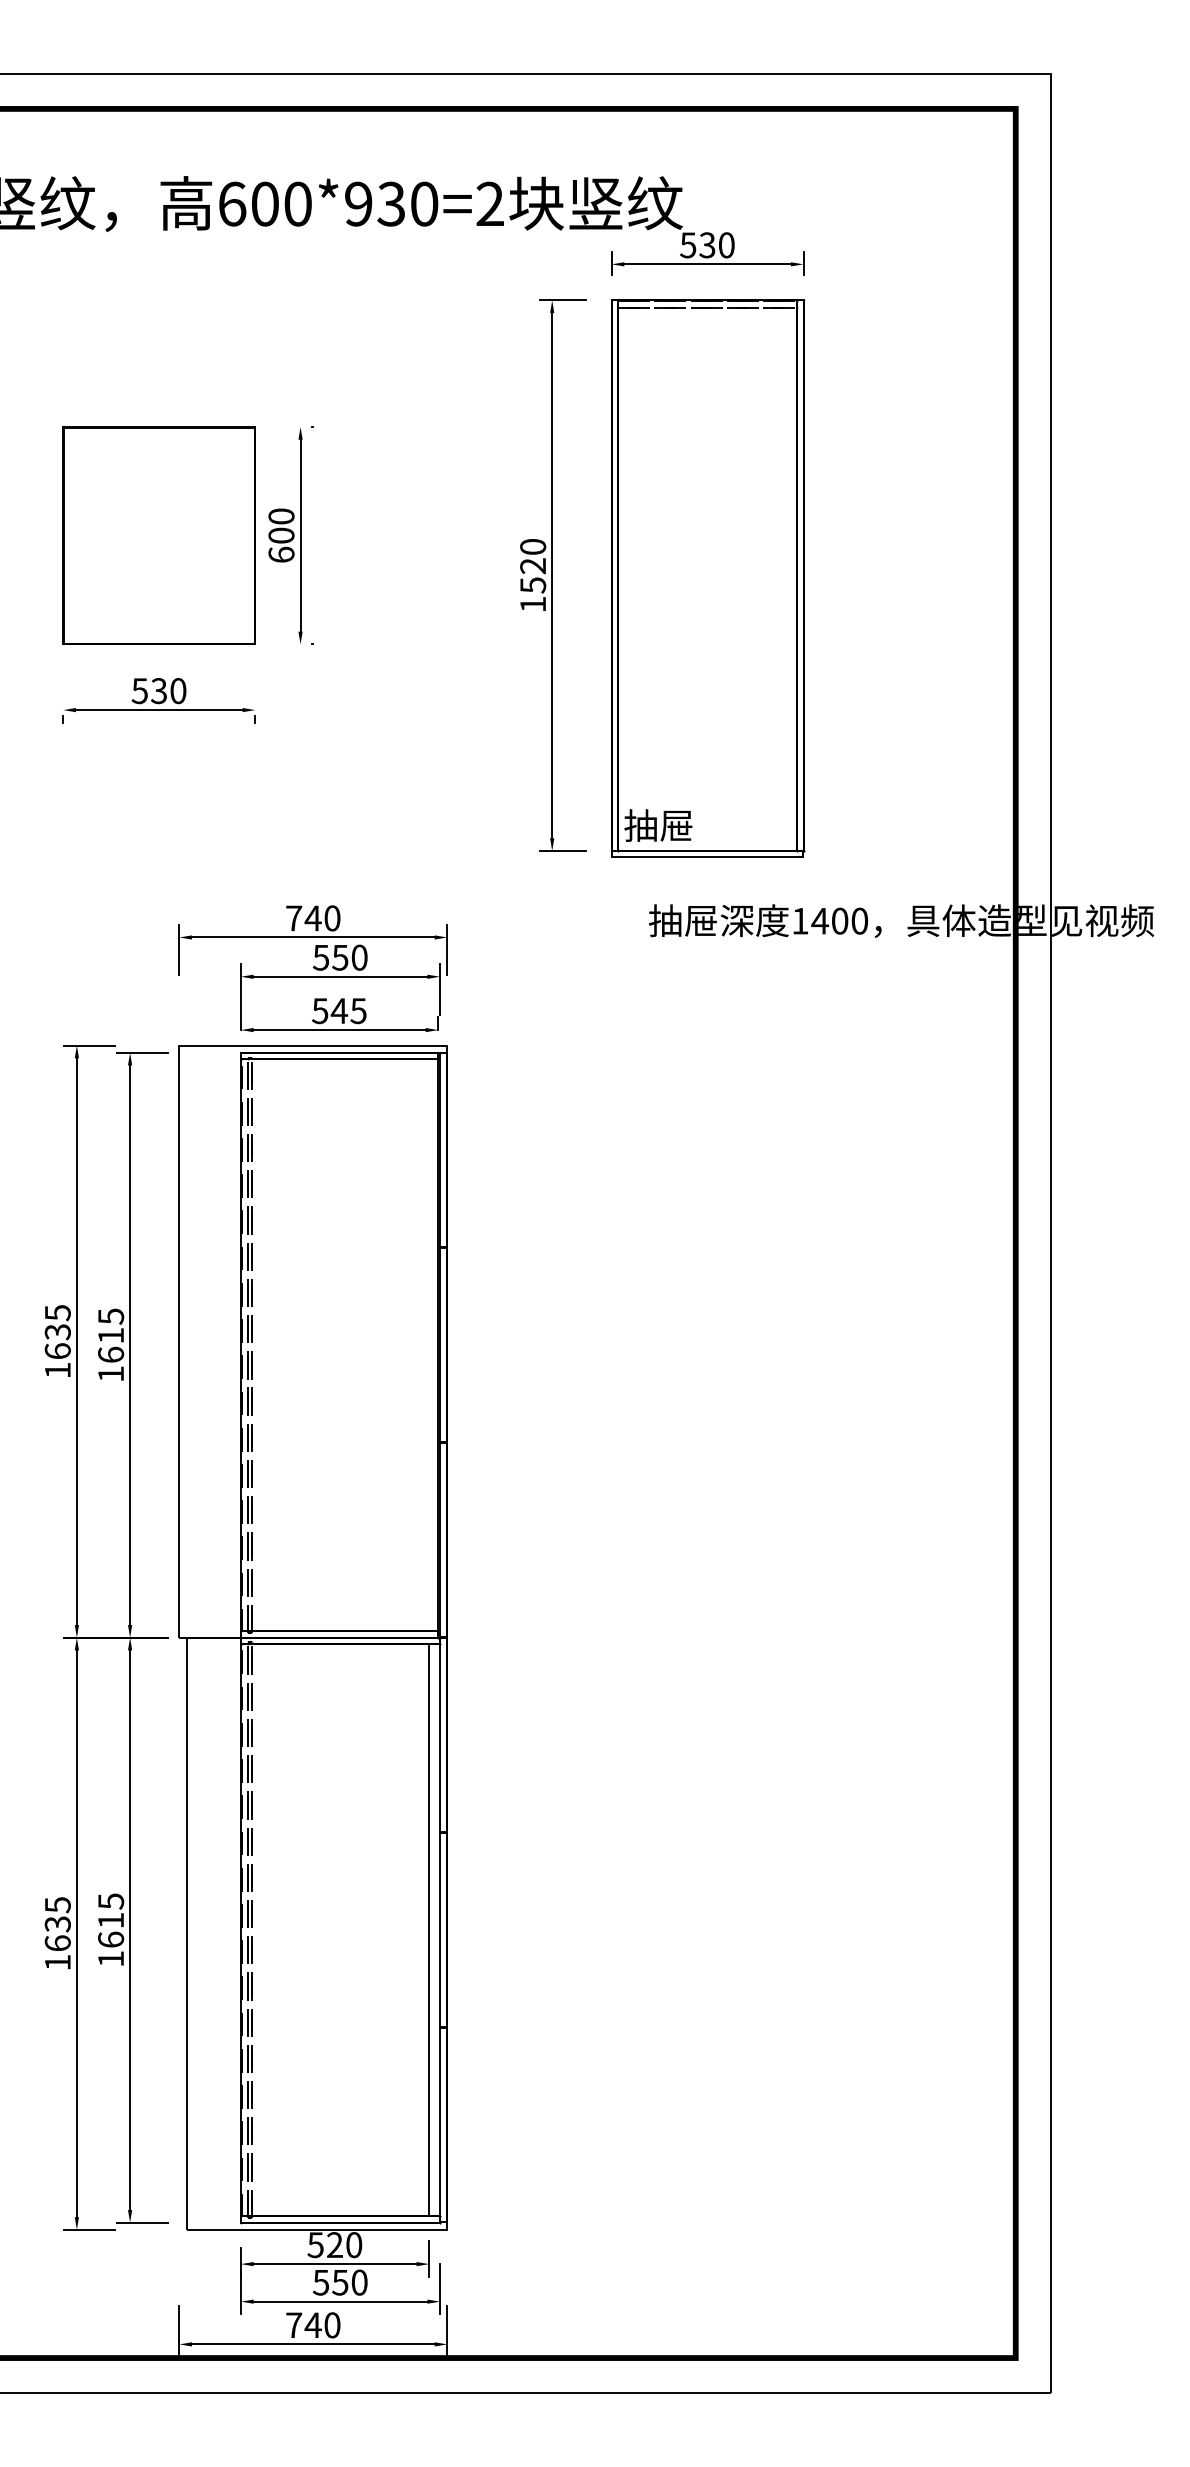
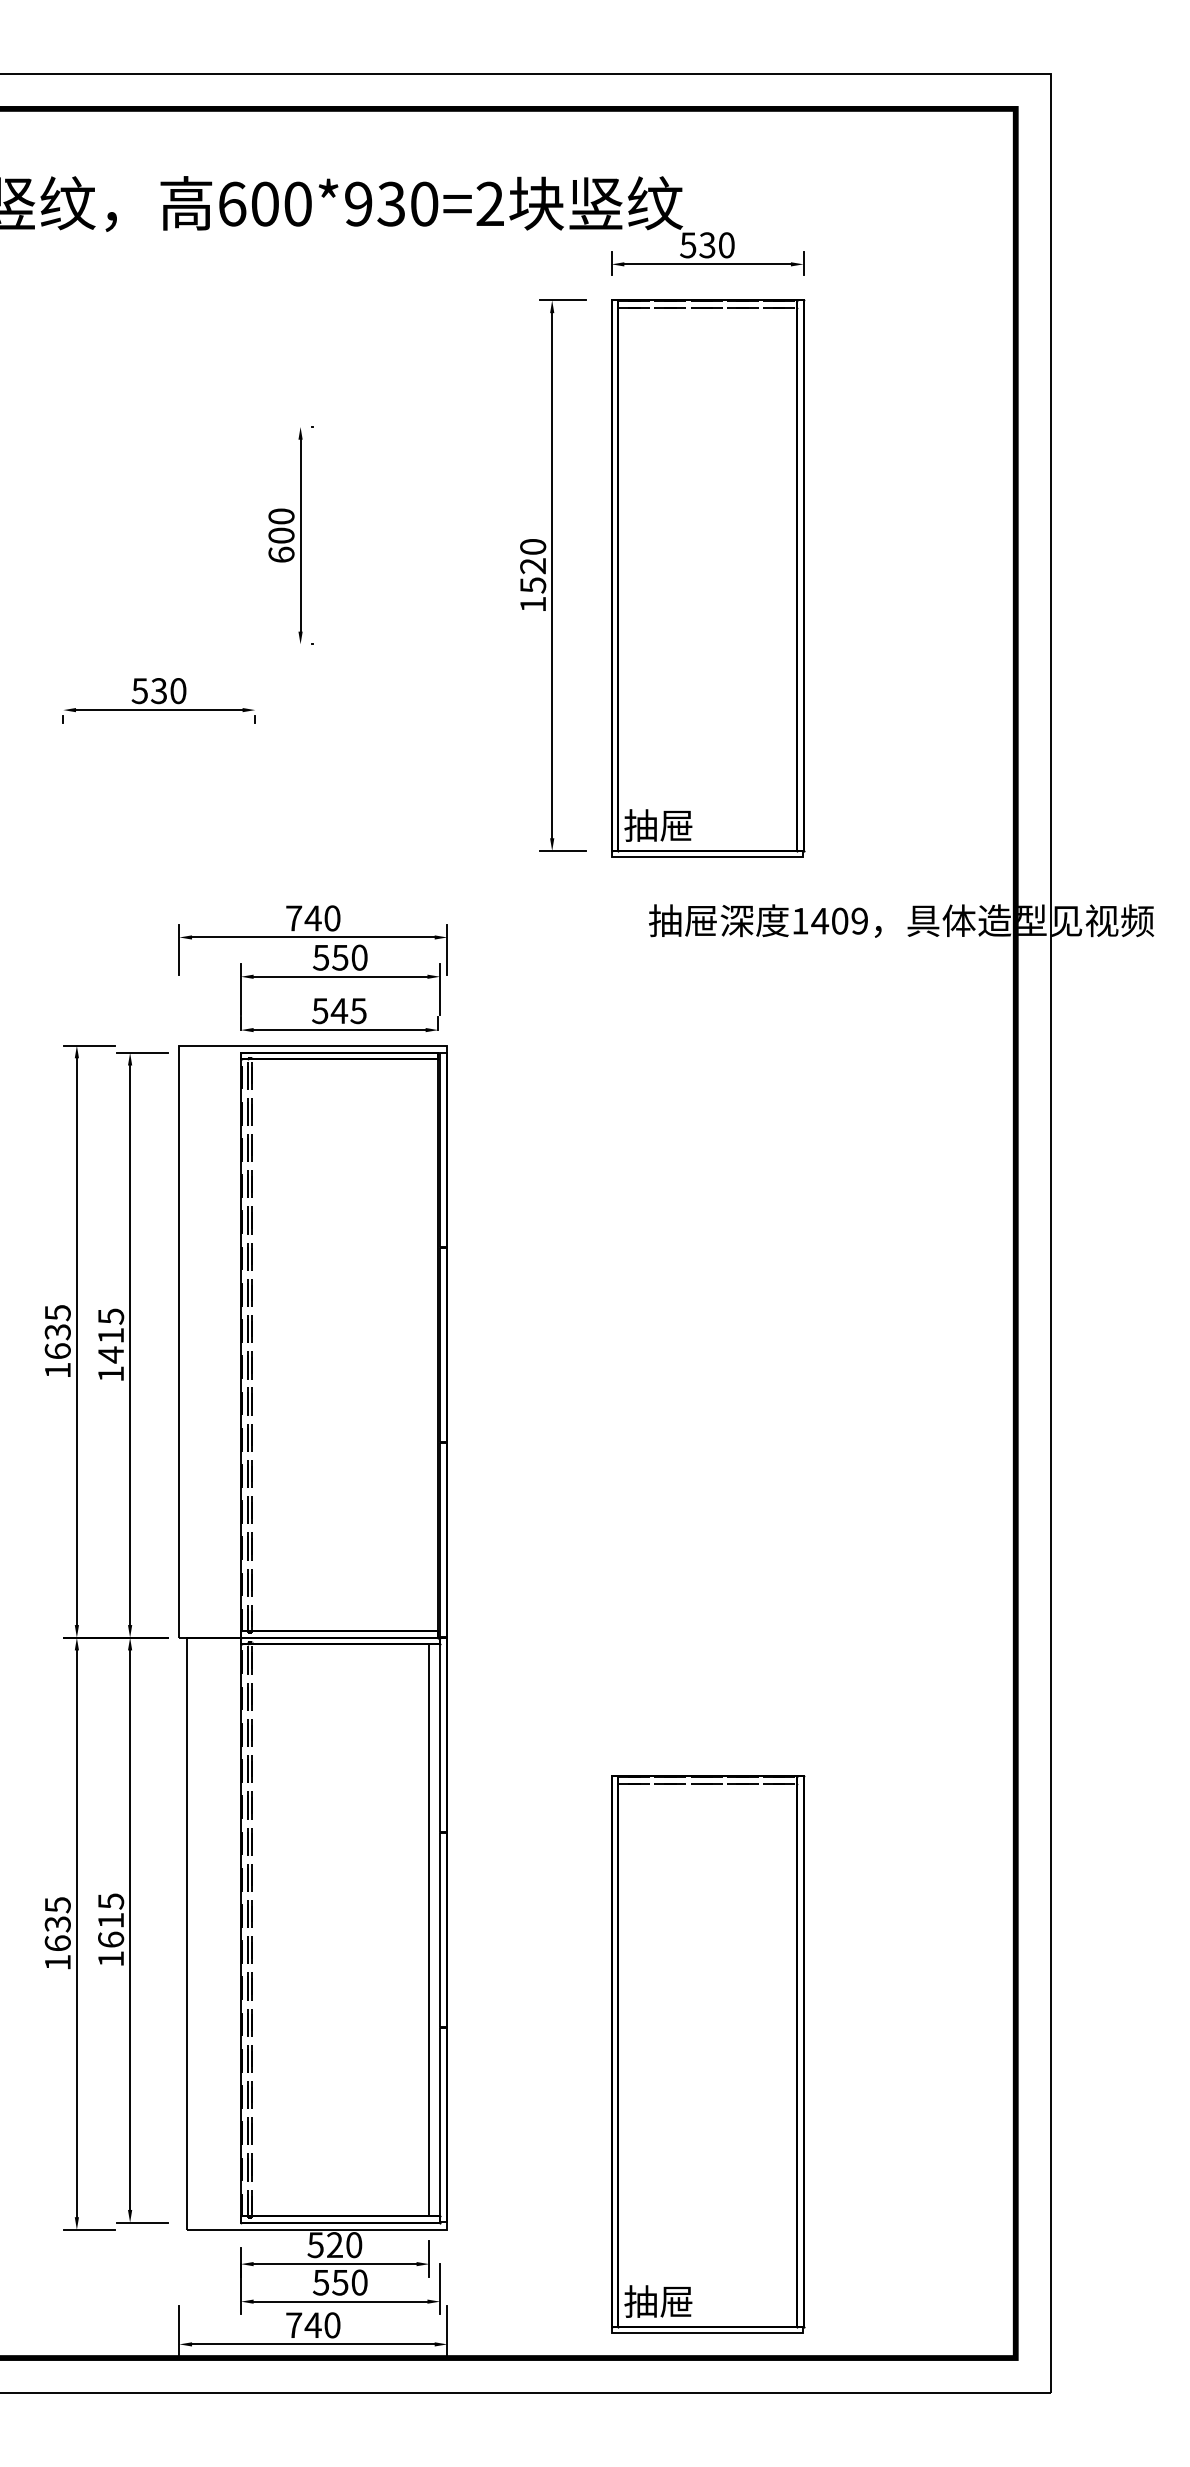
part at (158, 535): present -> none
text at (859, 920): 1400 -> 1409
text at (111, 1354): 1615 -> 1415
part at (708, 2054): none -> present
